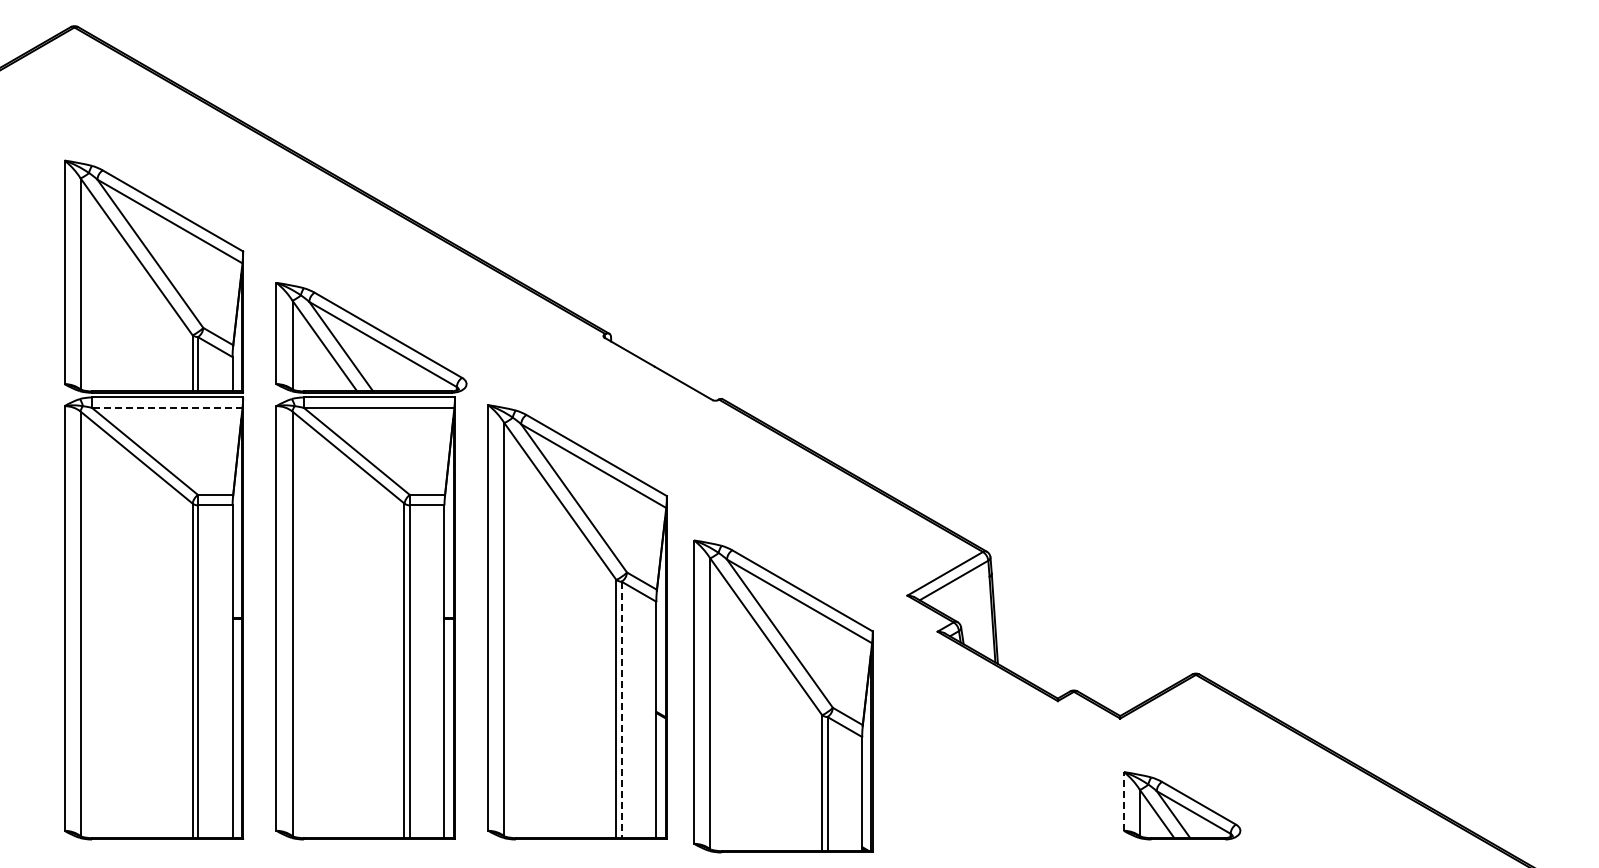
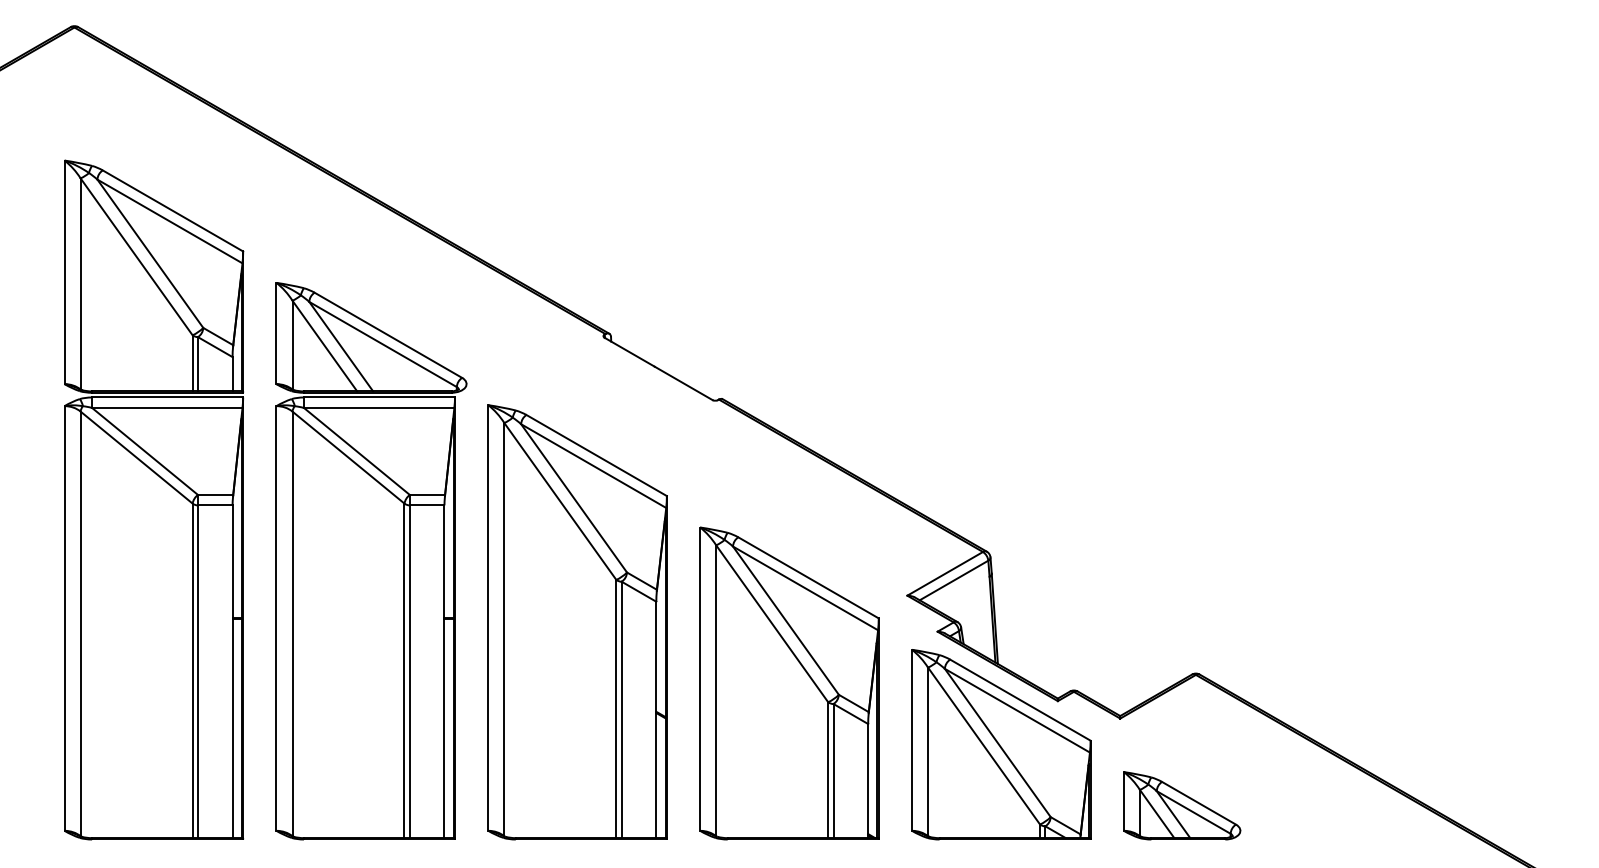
line at (166, 407): dashed -> solid
part at (783, 696) position: (783, 696) -> (789, 683)
line at (621, 710): dashed -> solid
part at (1001, 744): none -> present
line at (1123, 800): dashed -> solid
